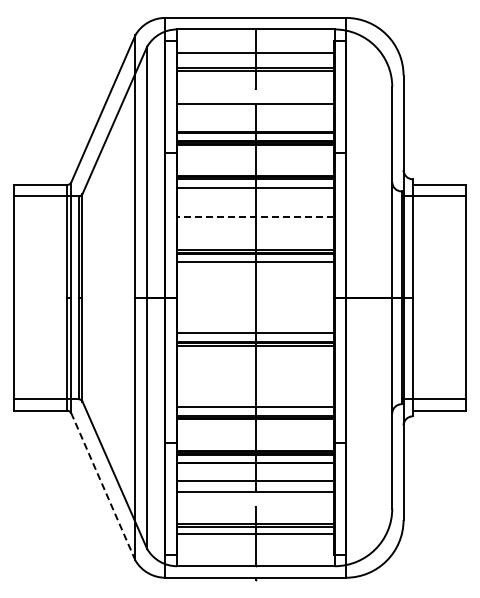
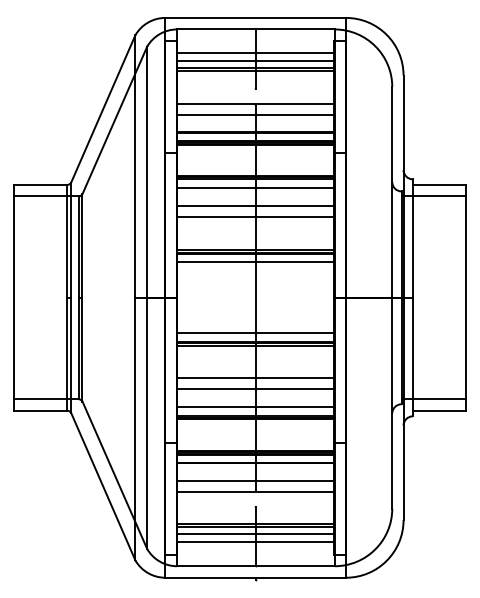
line at (255, 61): none -> present
line at (255, 114): none -> present
line at (255, 206): none -> present
line at (255, 217): dashed -> solid
line at (255, 378): none -> present
line at (255, 389): none -> present
line at (103, 486): dashed -> solid
line at (255, 542): none -> present
